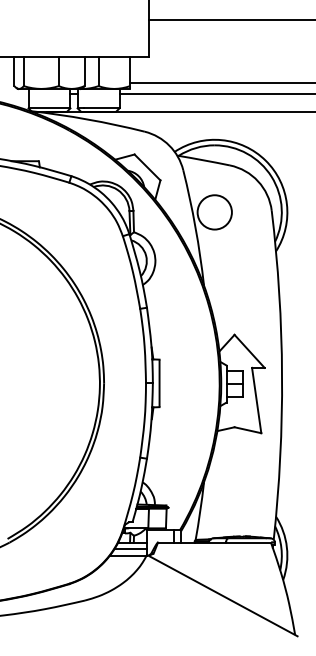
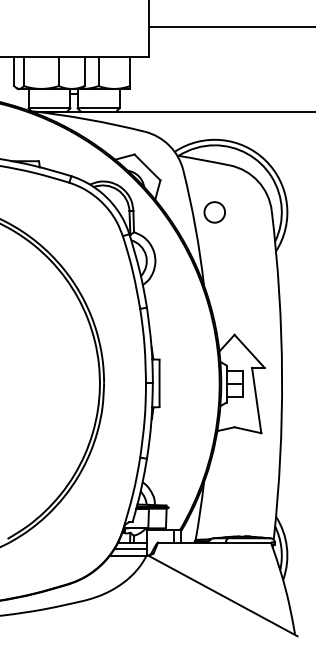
line at (230, 19) position: (230, 19) -> (230, 26)
line at (221, 83): present -> none
line at (215, 93): present -> none
circle at (214, 212) diameter: 34 px -> 21 px
